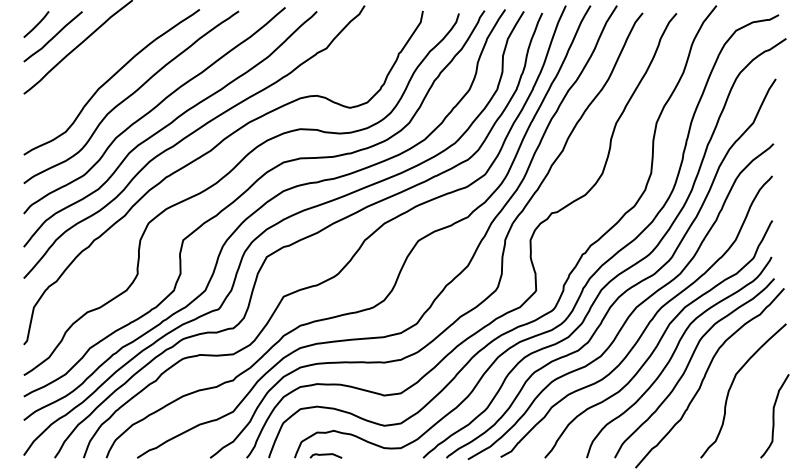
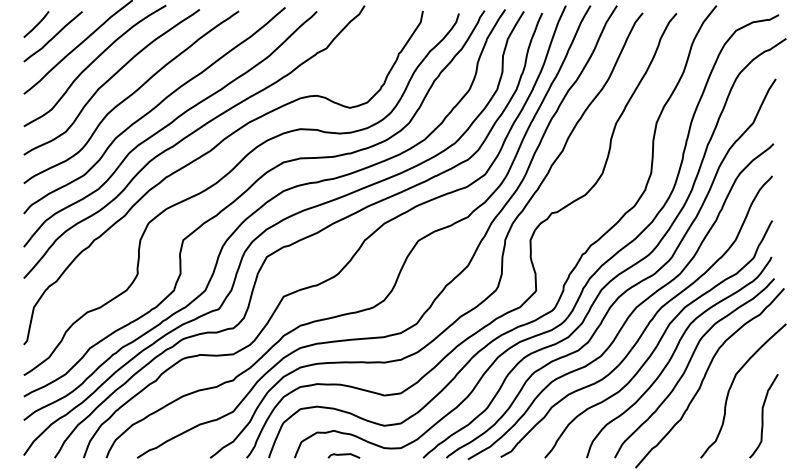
curve at (92, 63): none -> present
curve at (774, 416) position: (774, 416) -> (763, 416)
curve at (325, 455) position: (325, 455) -> (343, 455)
